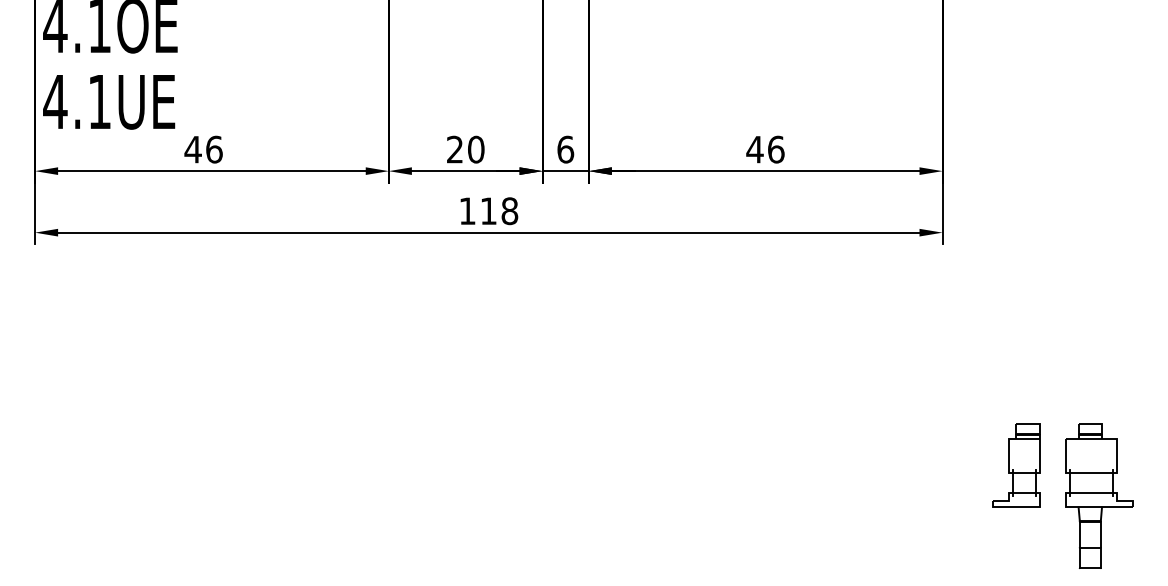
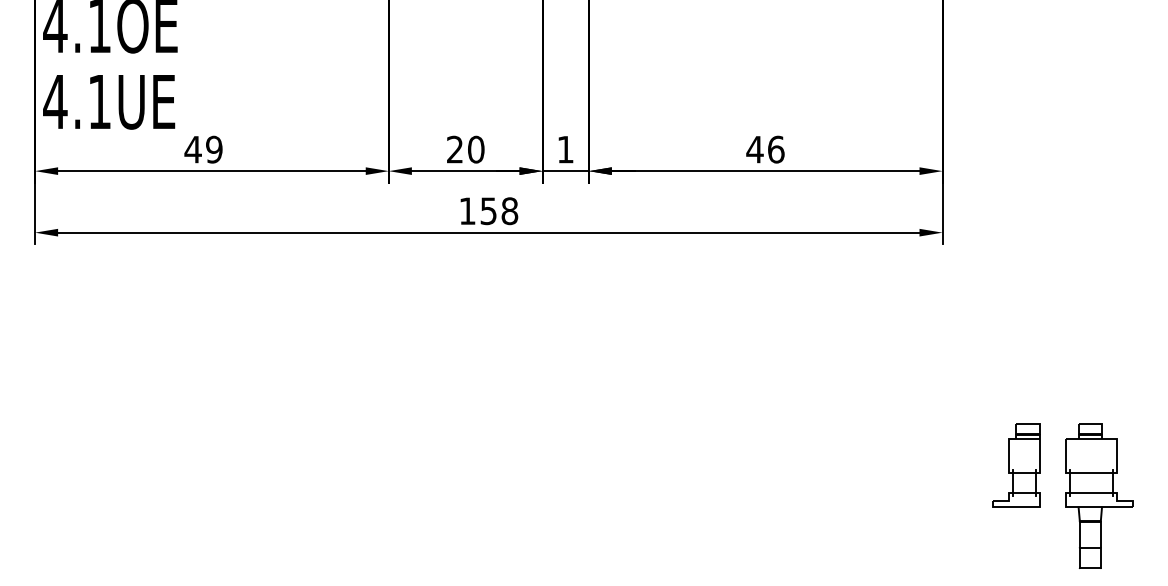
text at (214, 149): 46 -> 49
text at (565, 149): 6 -> 1
text at (488, 211): 118 -> 158
